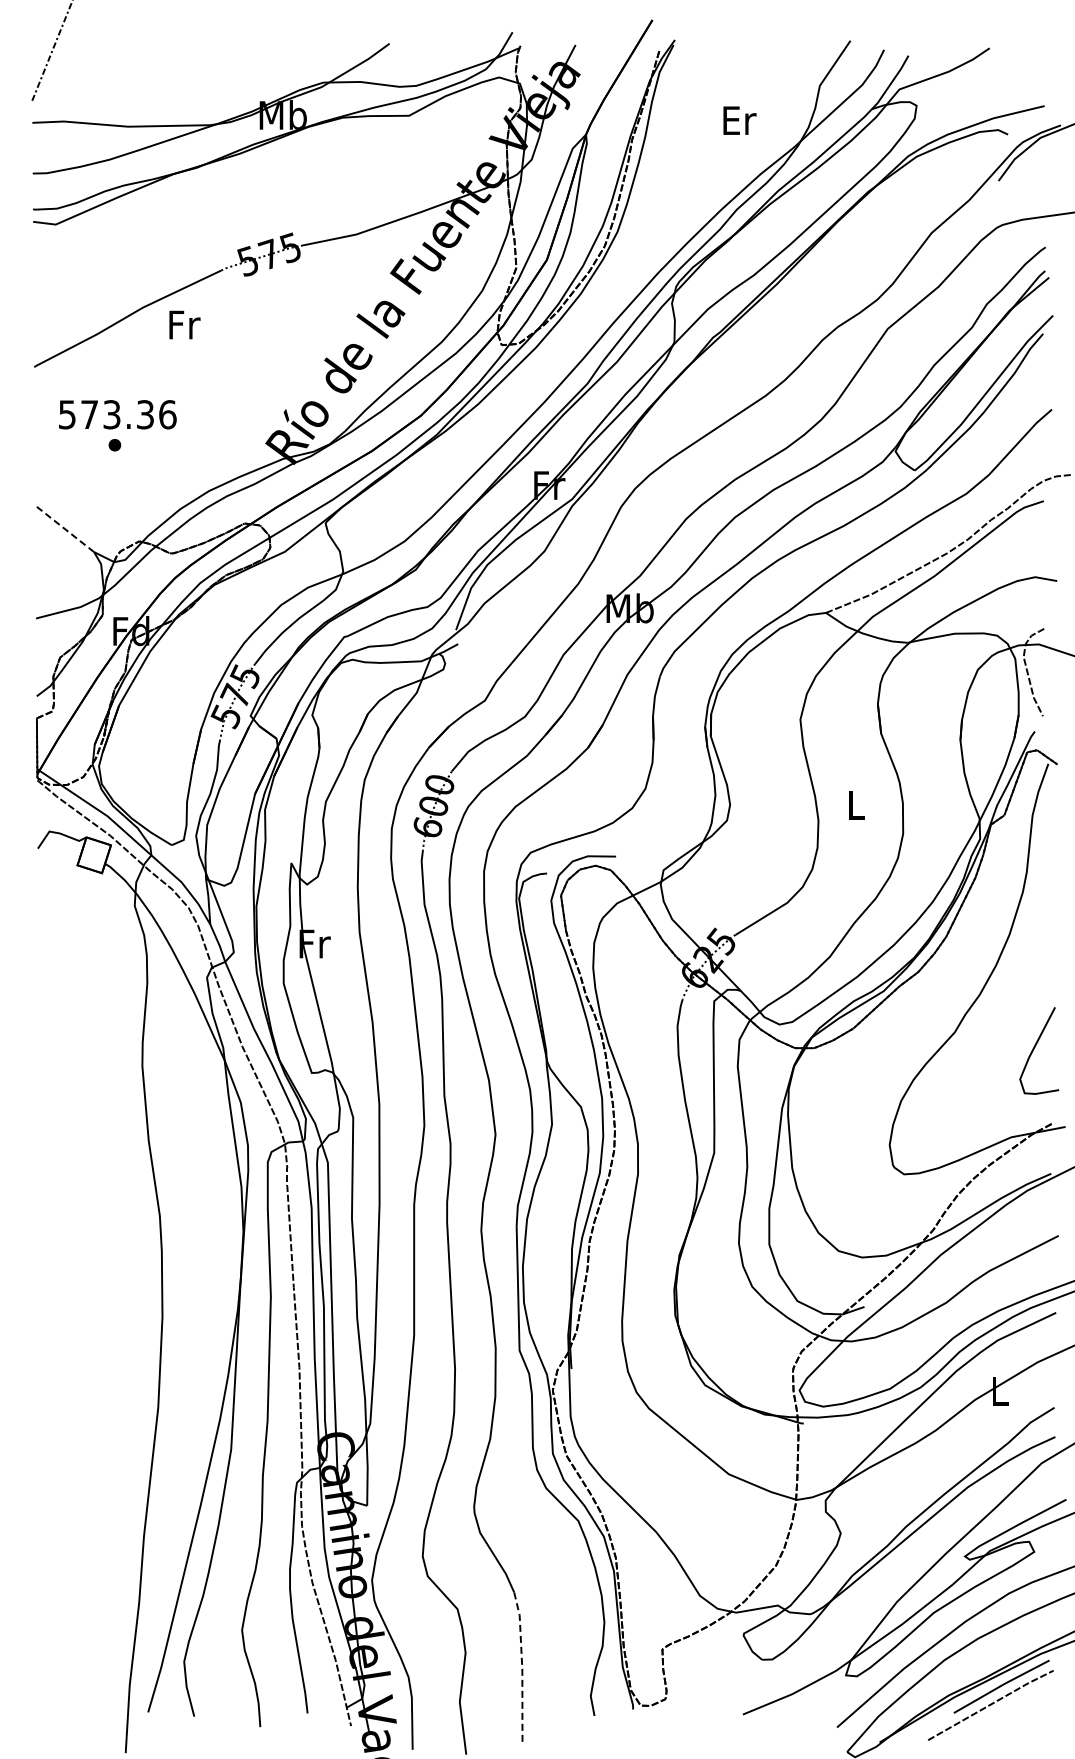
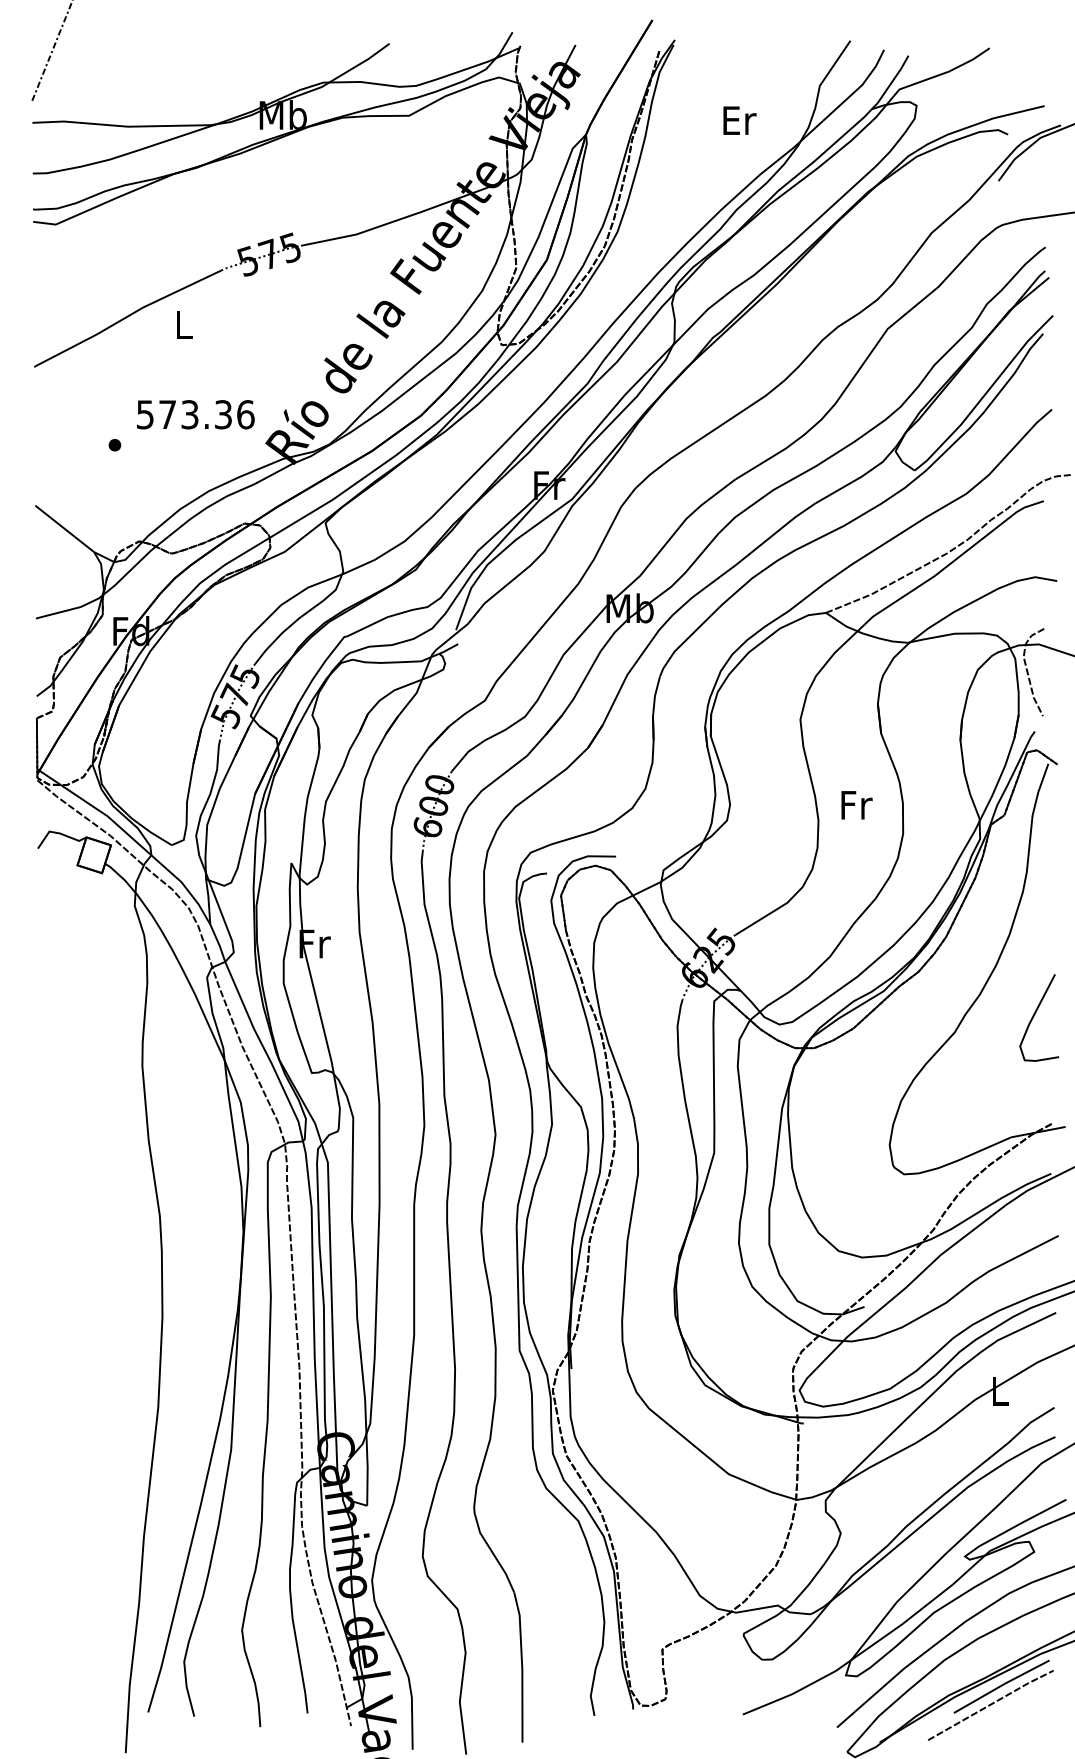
text at (184, 324): Fr -> L
text at (117, 414) position: (117, 414) -> (195, 414)
line at (64, 528): dashed -> solid
text at (856, 805): L -> Fr
curve at (1035, 1047) position: (1035, 1047) -> (1035, 1014)
line at (522, 1667): dashed -> solid
